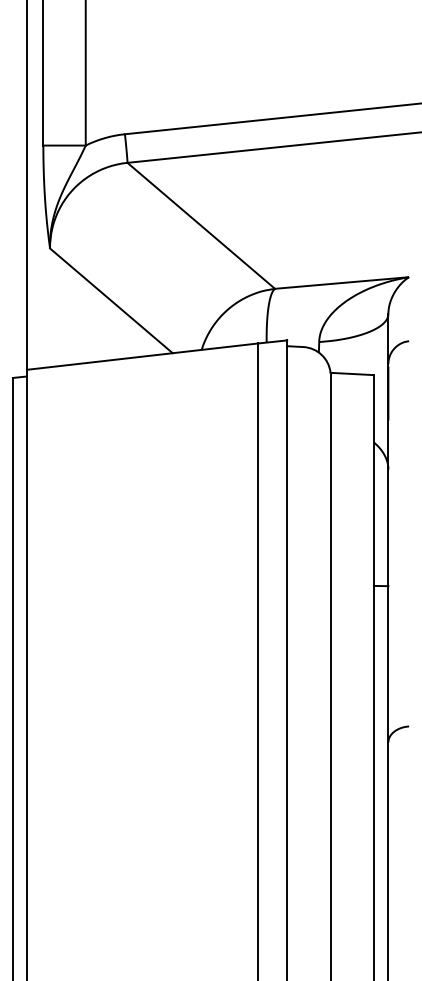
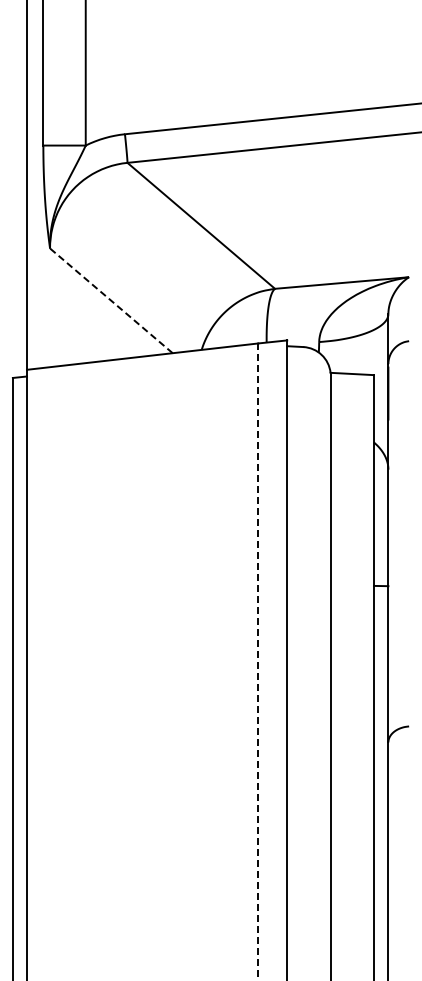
line at (111, 300): solid -> dashed
line at (258, 662): solid -> dashed
